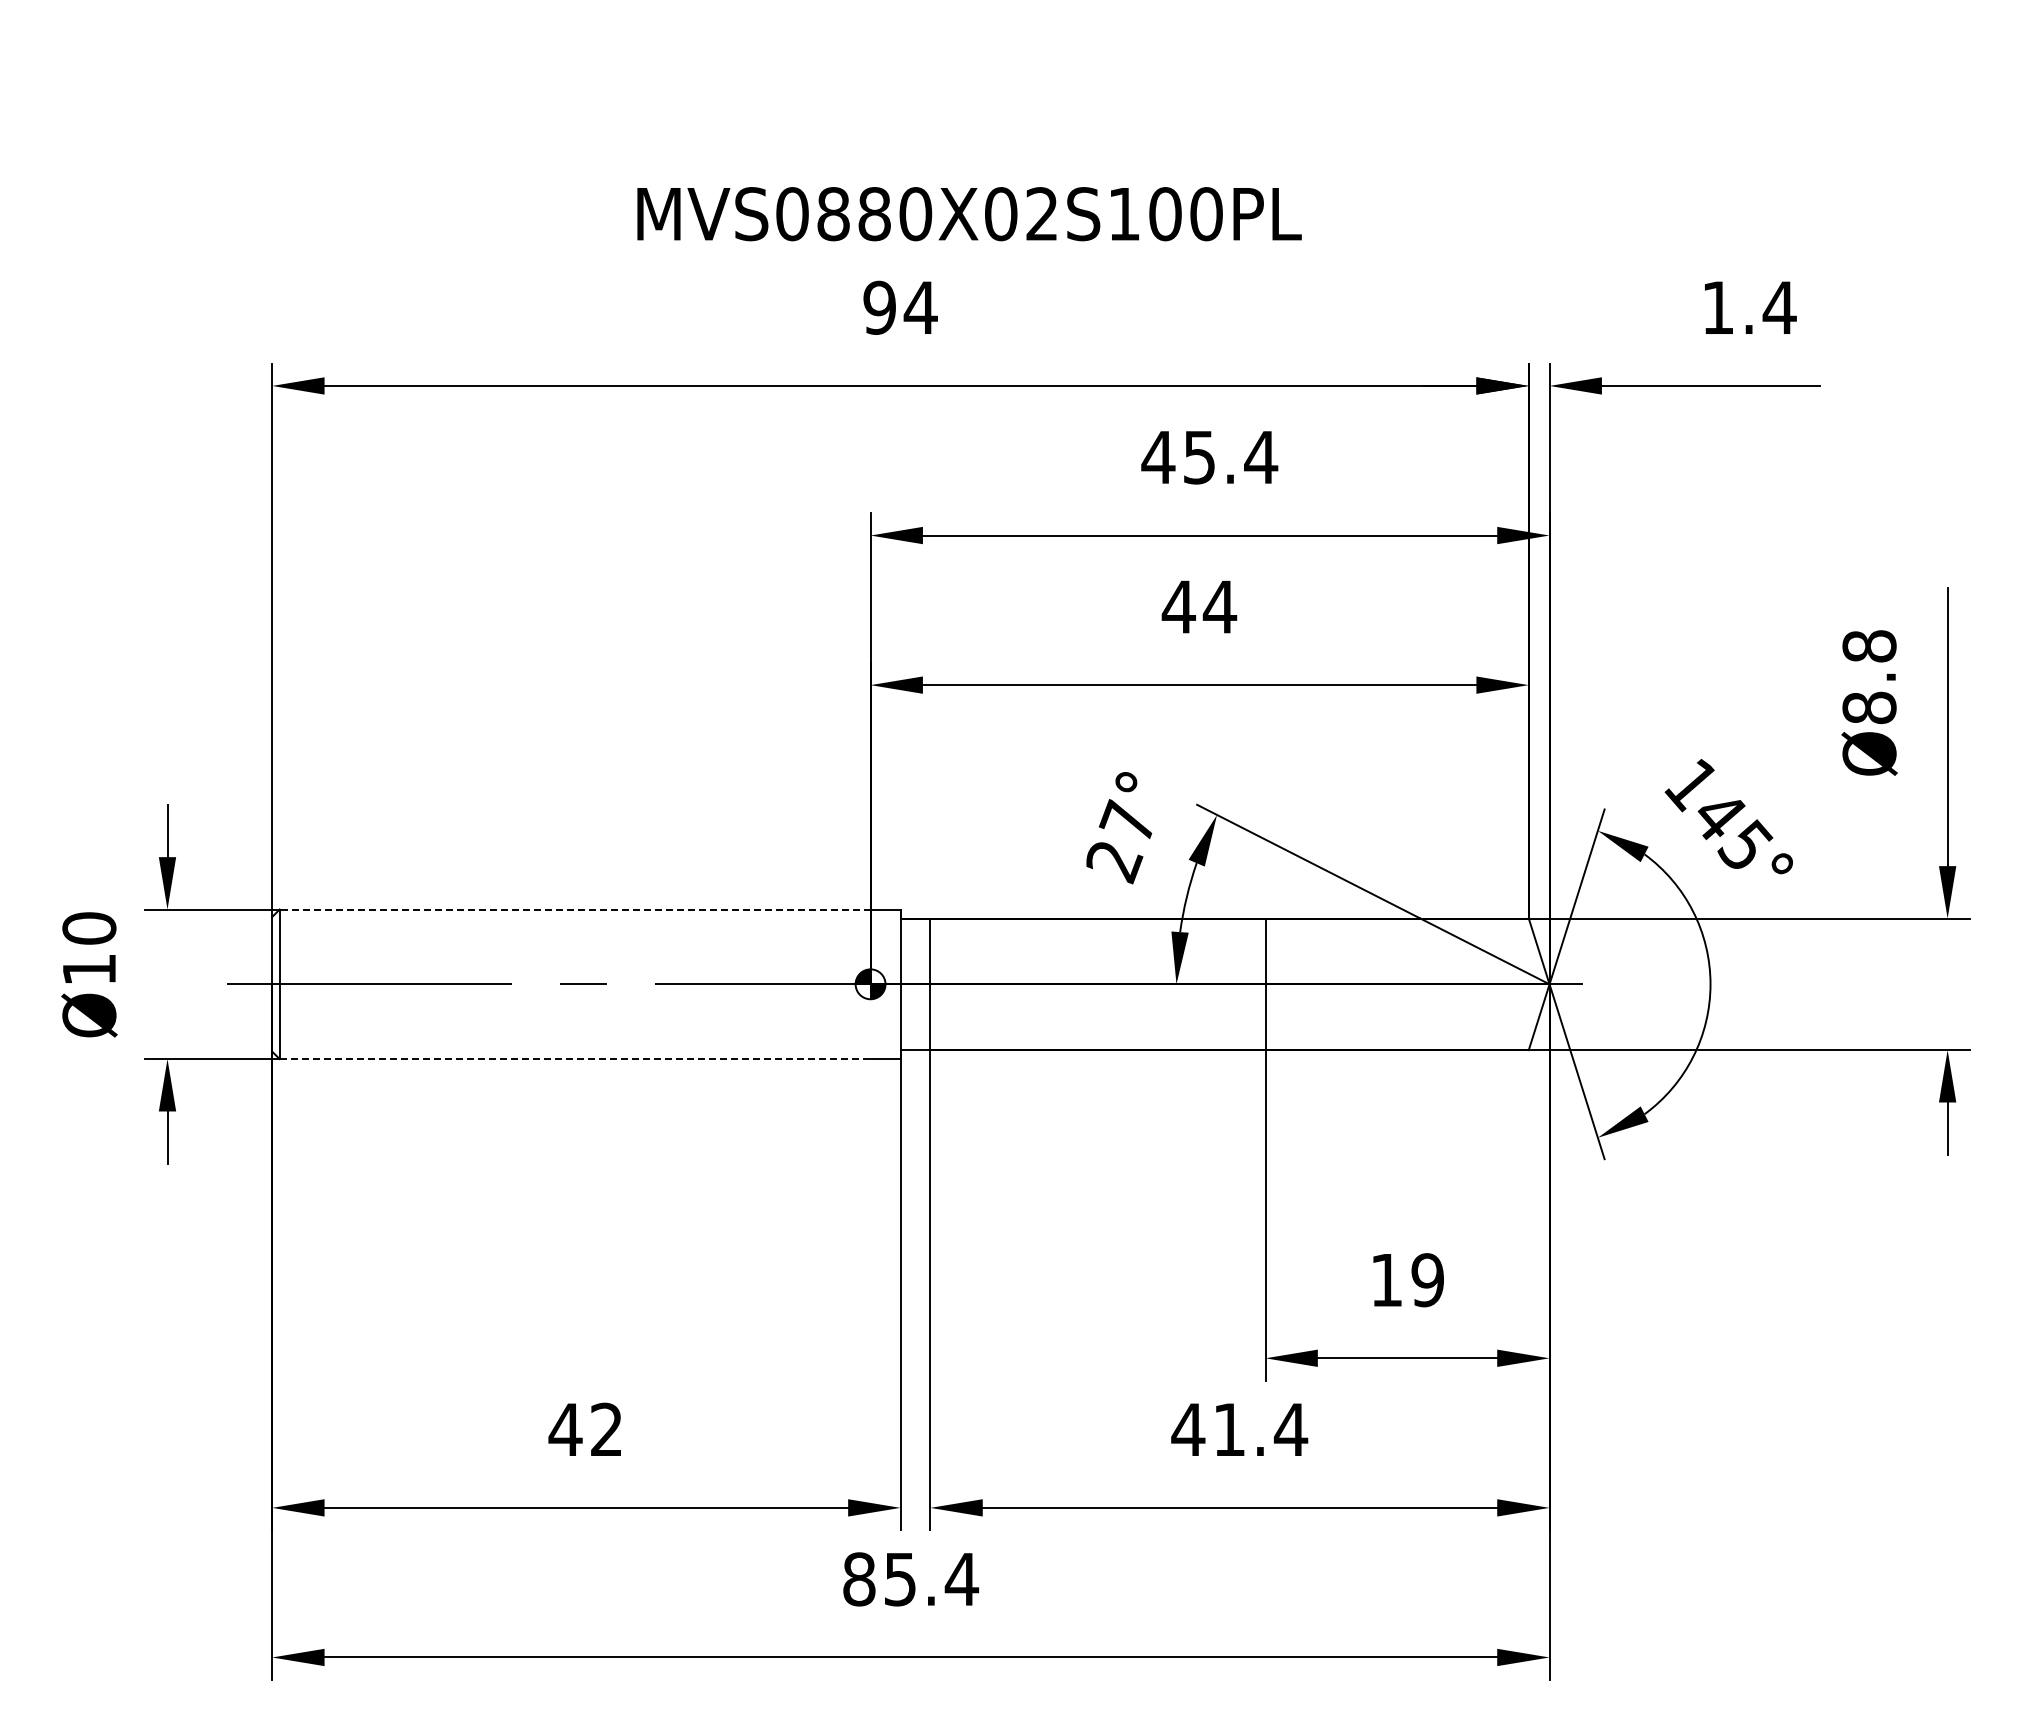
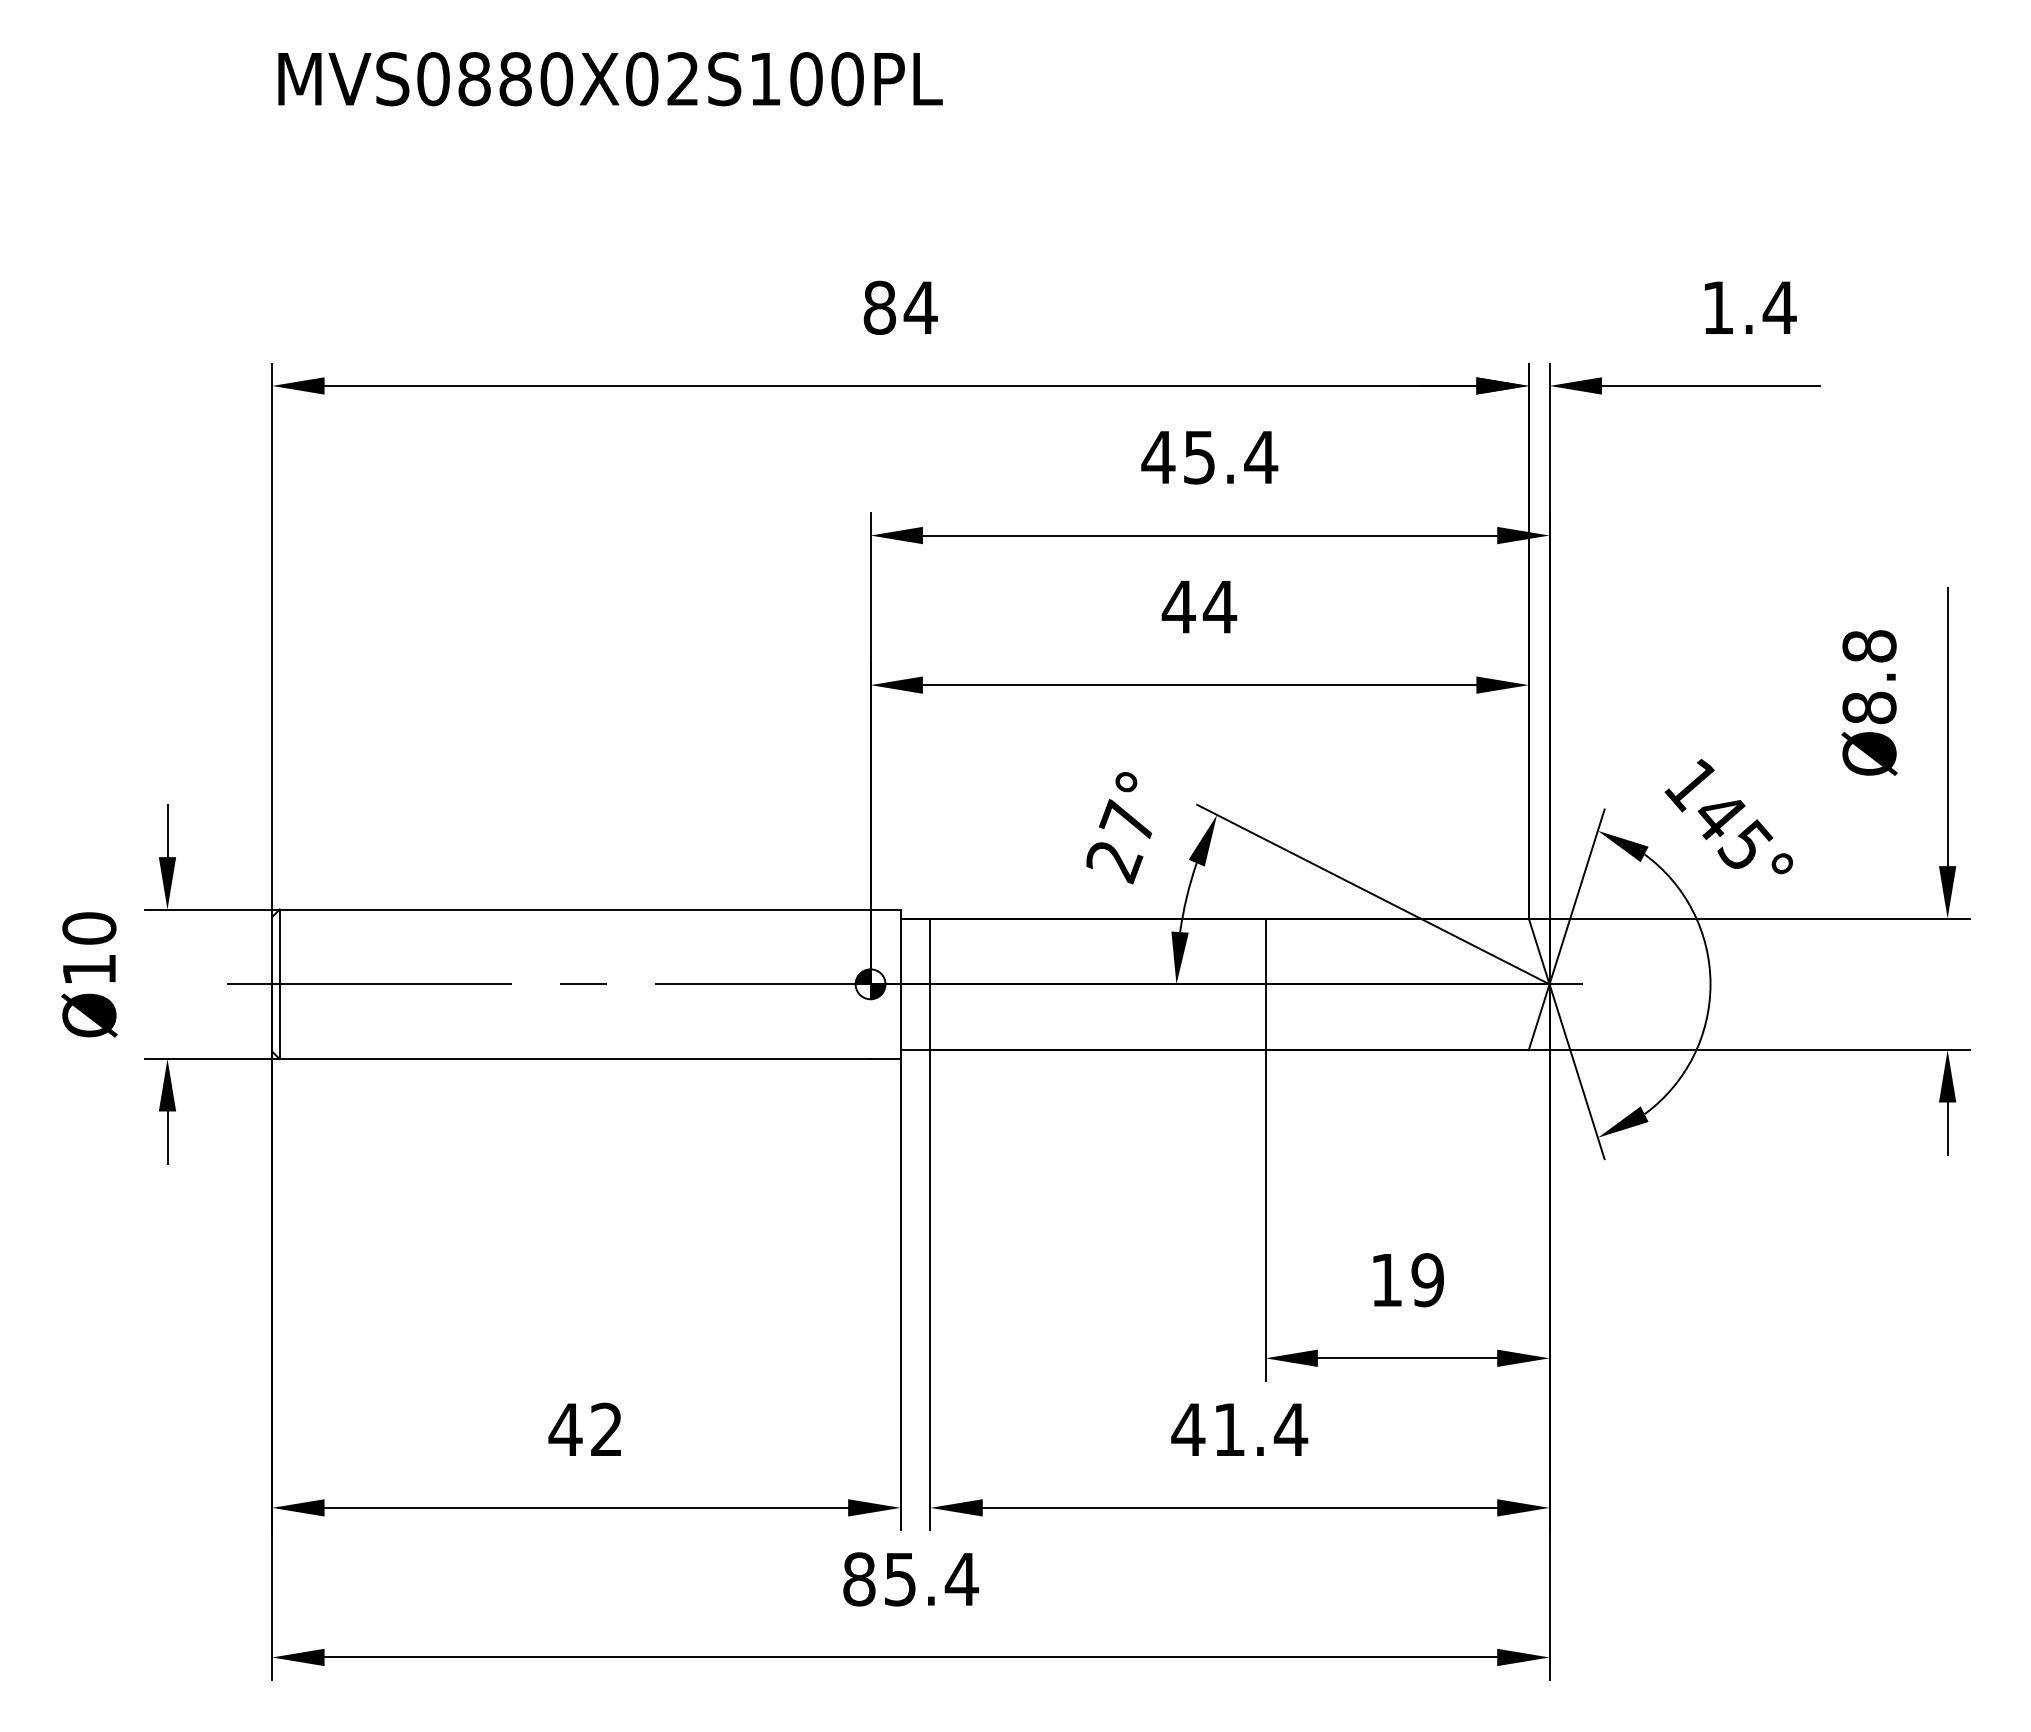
text at (969, 214) position: (969, 214) -> (610, 79)
text at (879, 307): 94 -> 84
line at (574, 909): dashed -> solid
line at (575, 1059): dashed -> solid
